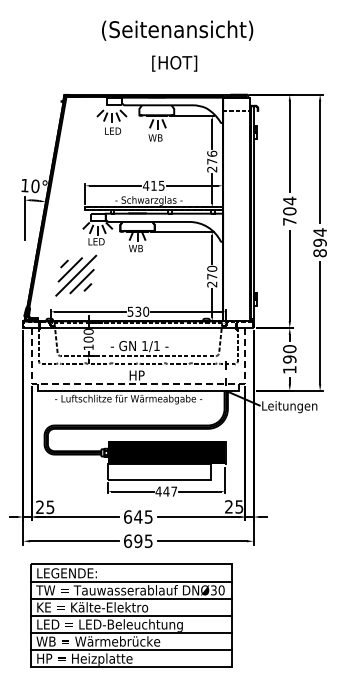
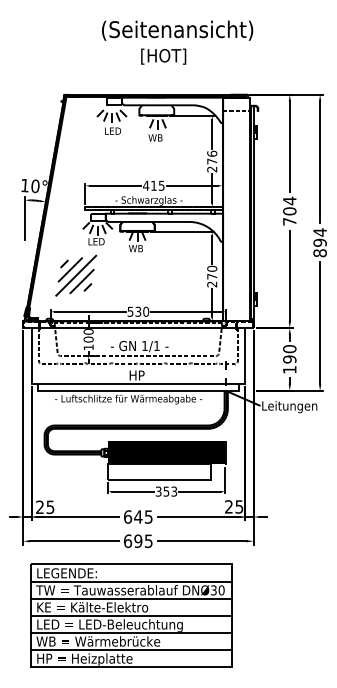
text at (174, 63) position: (174, 63) -> (163, 56)
line at (138, 384): dashed -> solid
text at (166, 491): 447 -> 353
